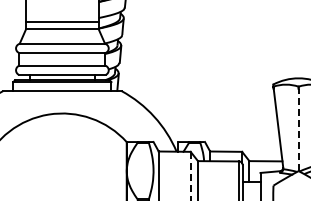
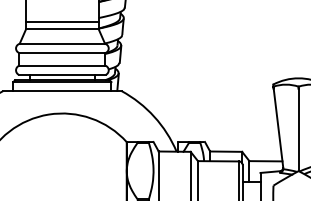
line at (298, 129): dashed -> solid
line at (190, 176): dashed -> solid
